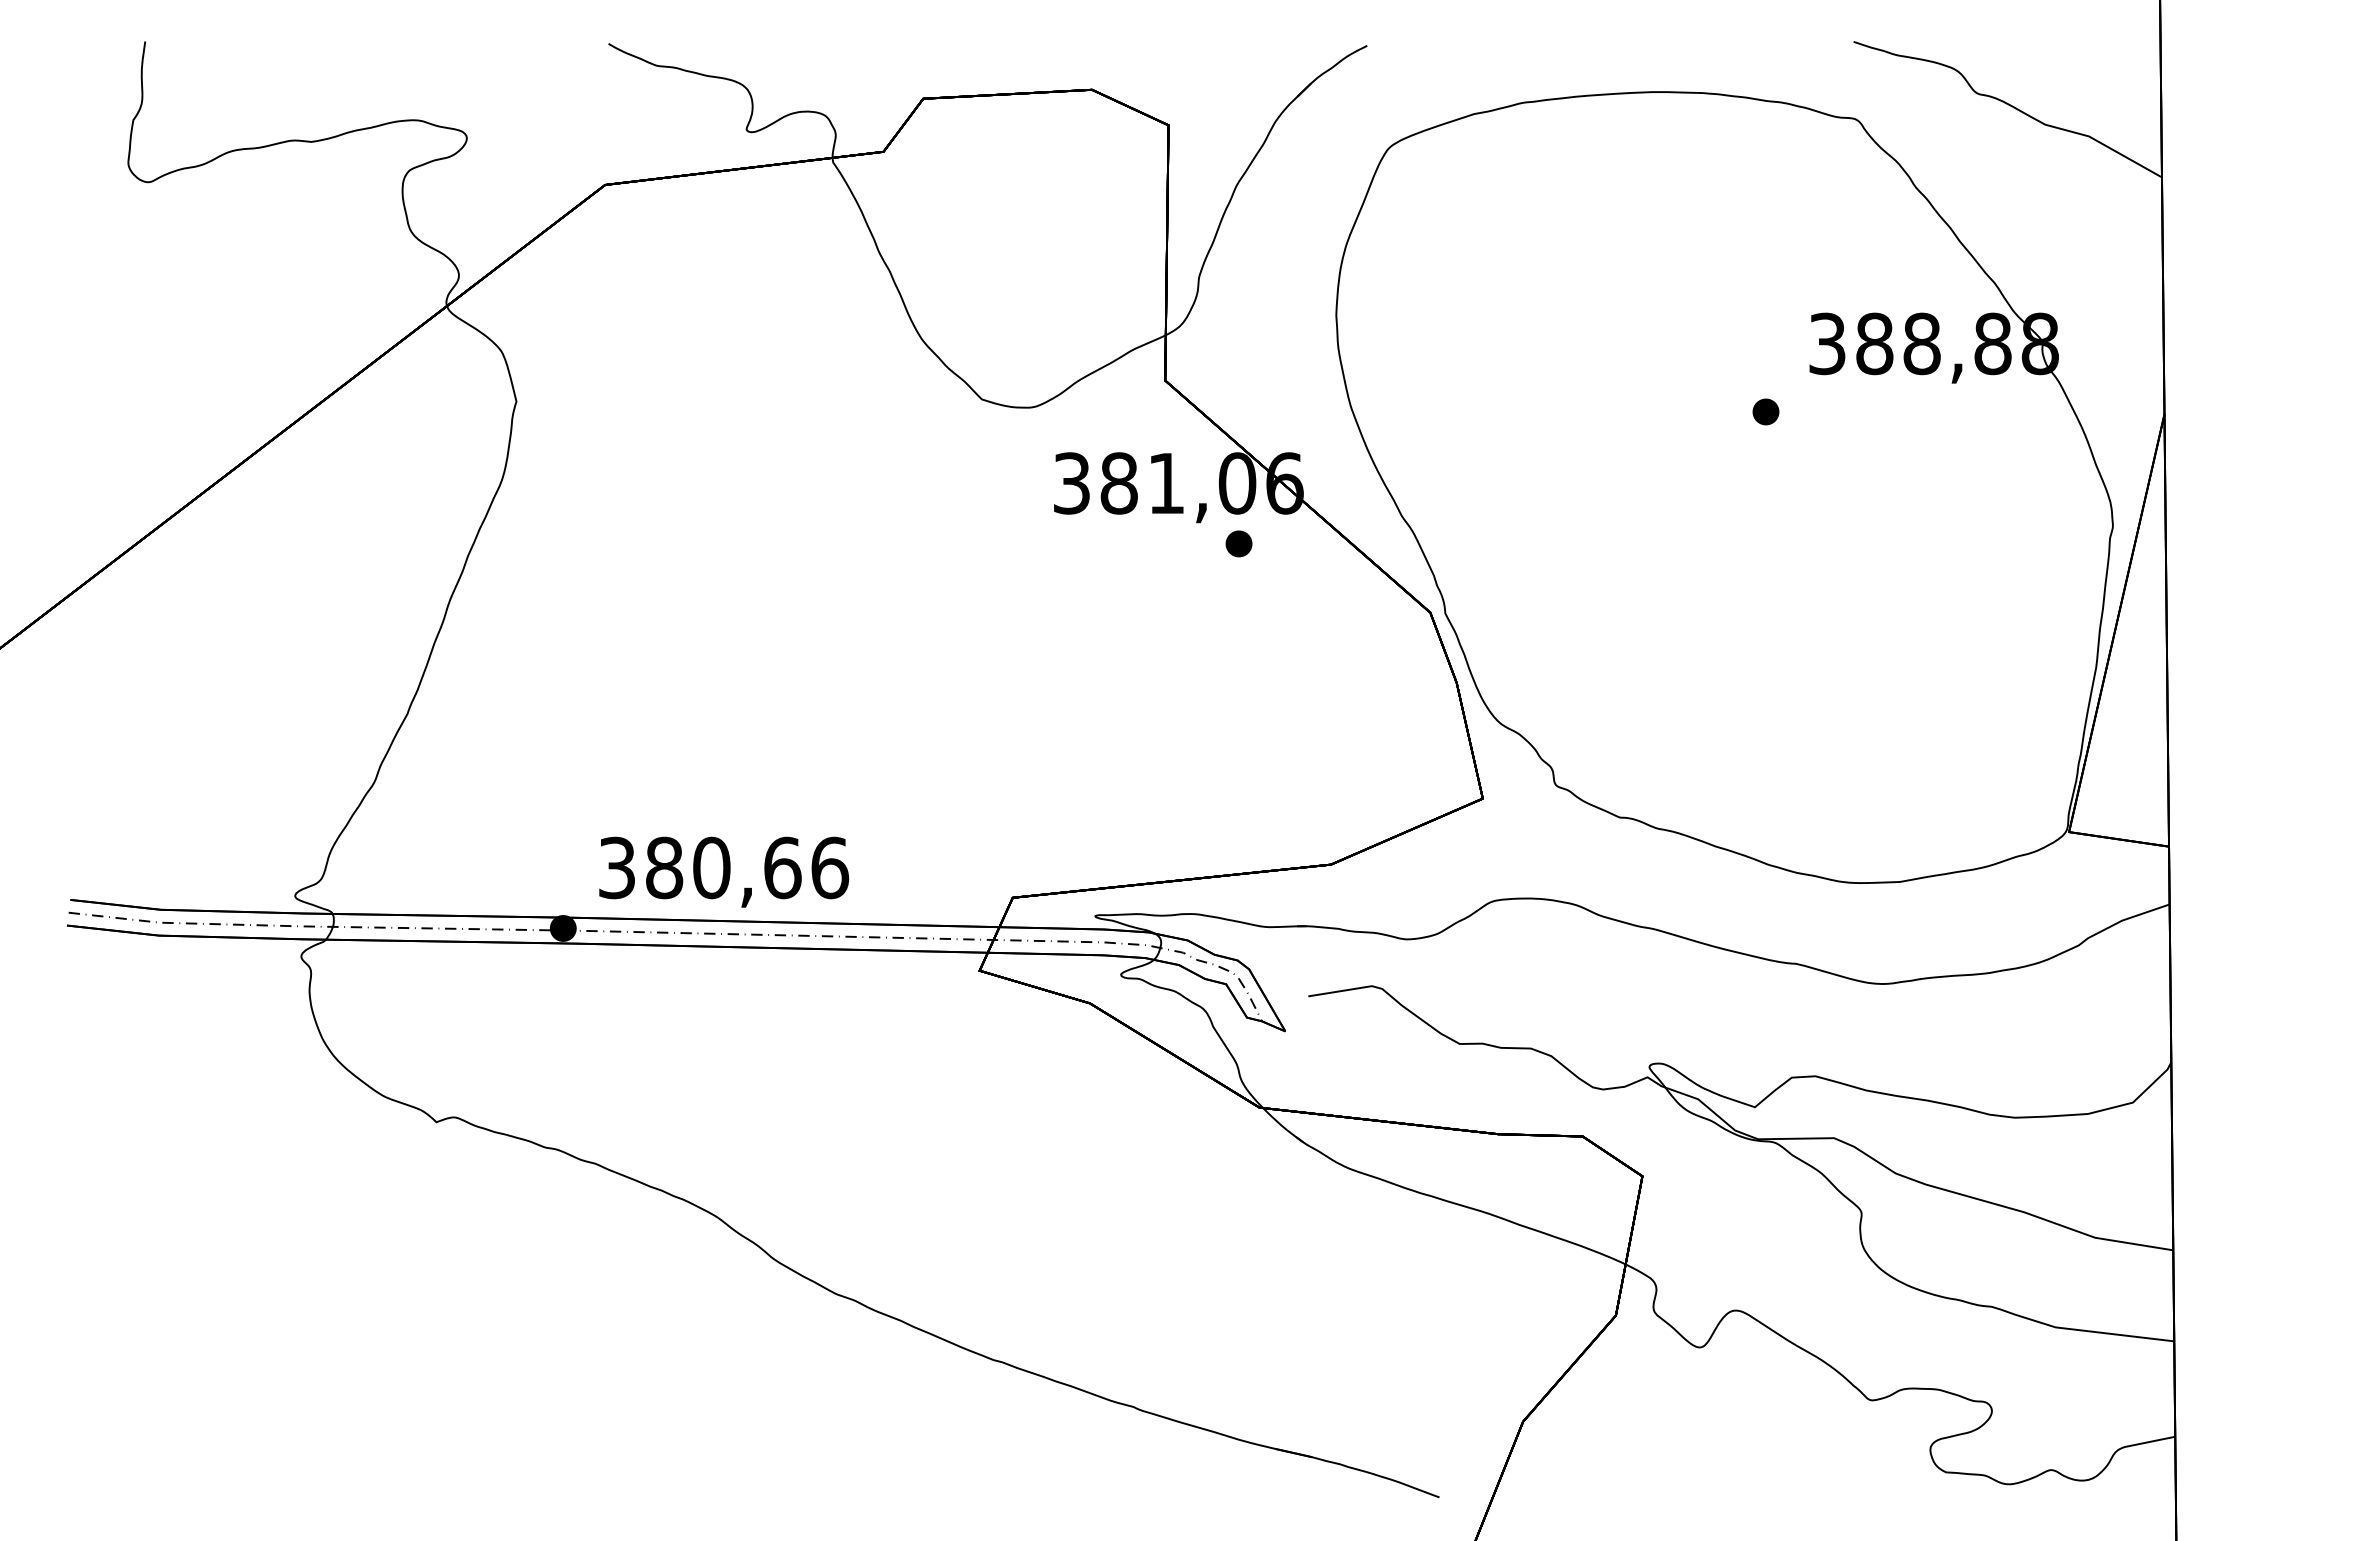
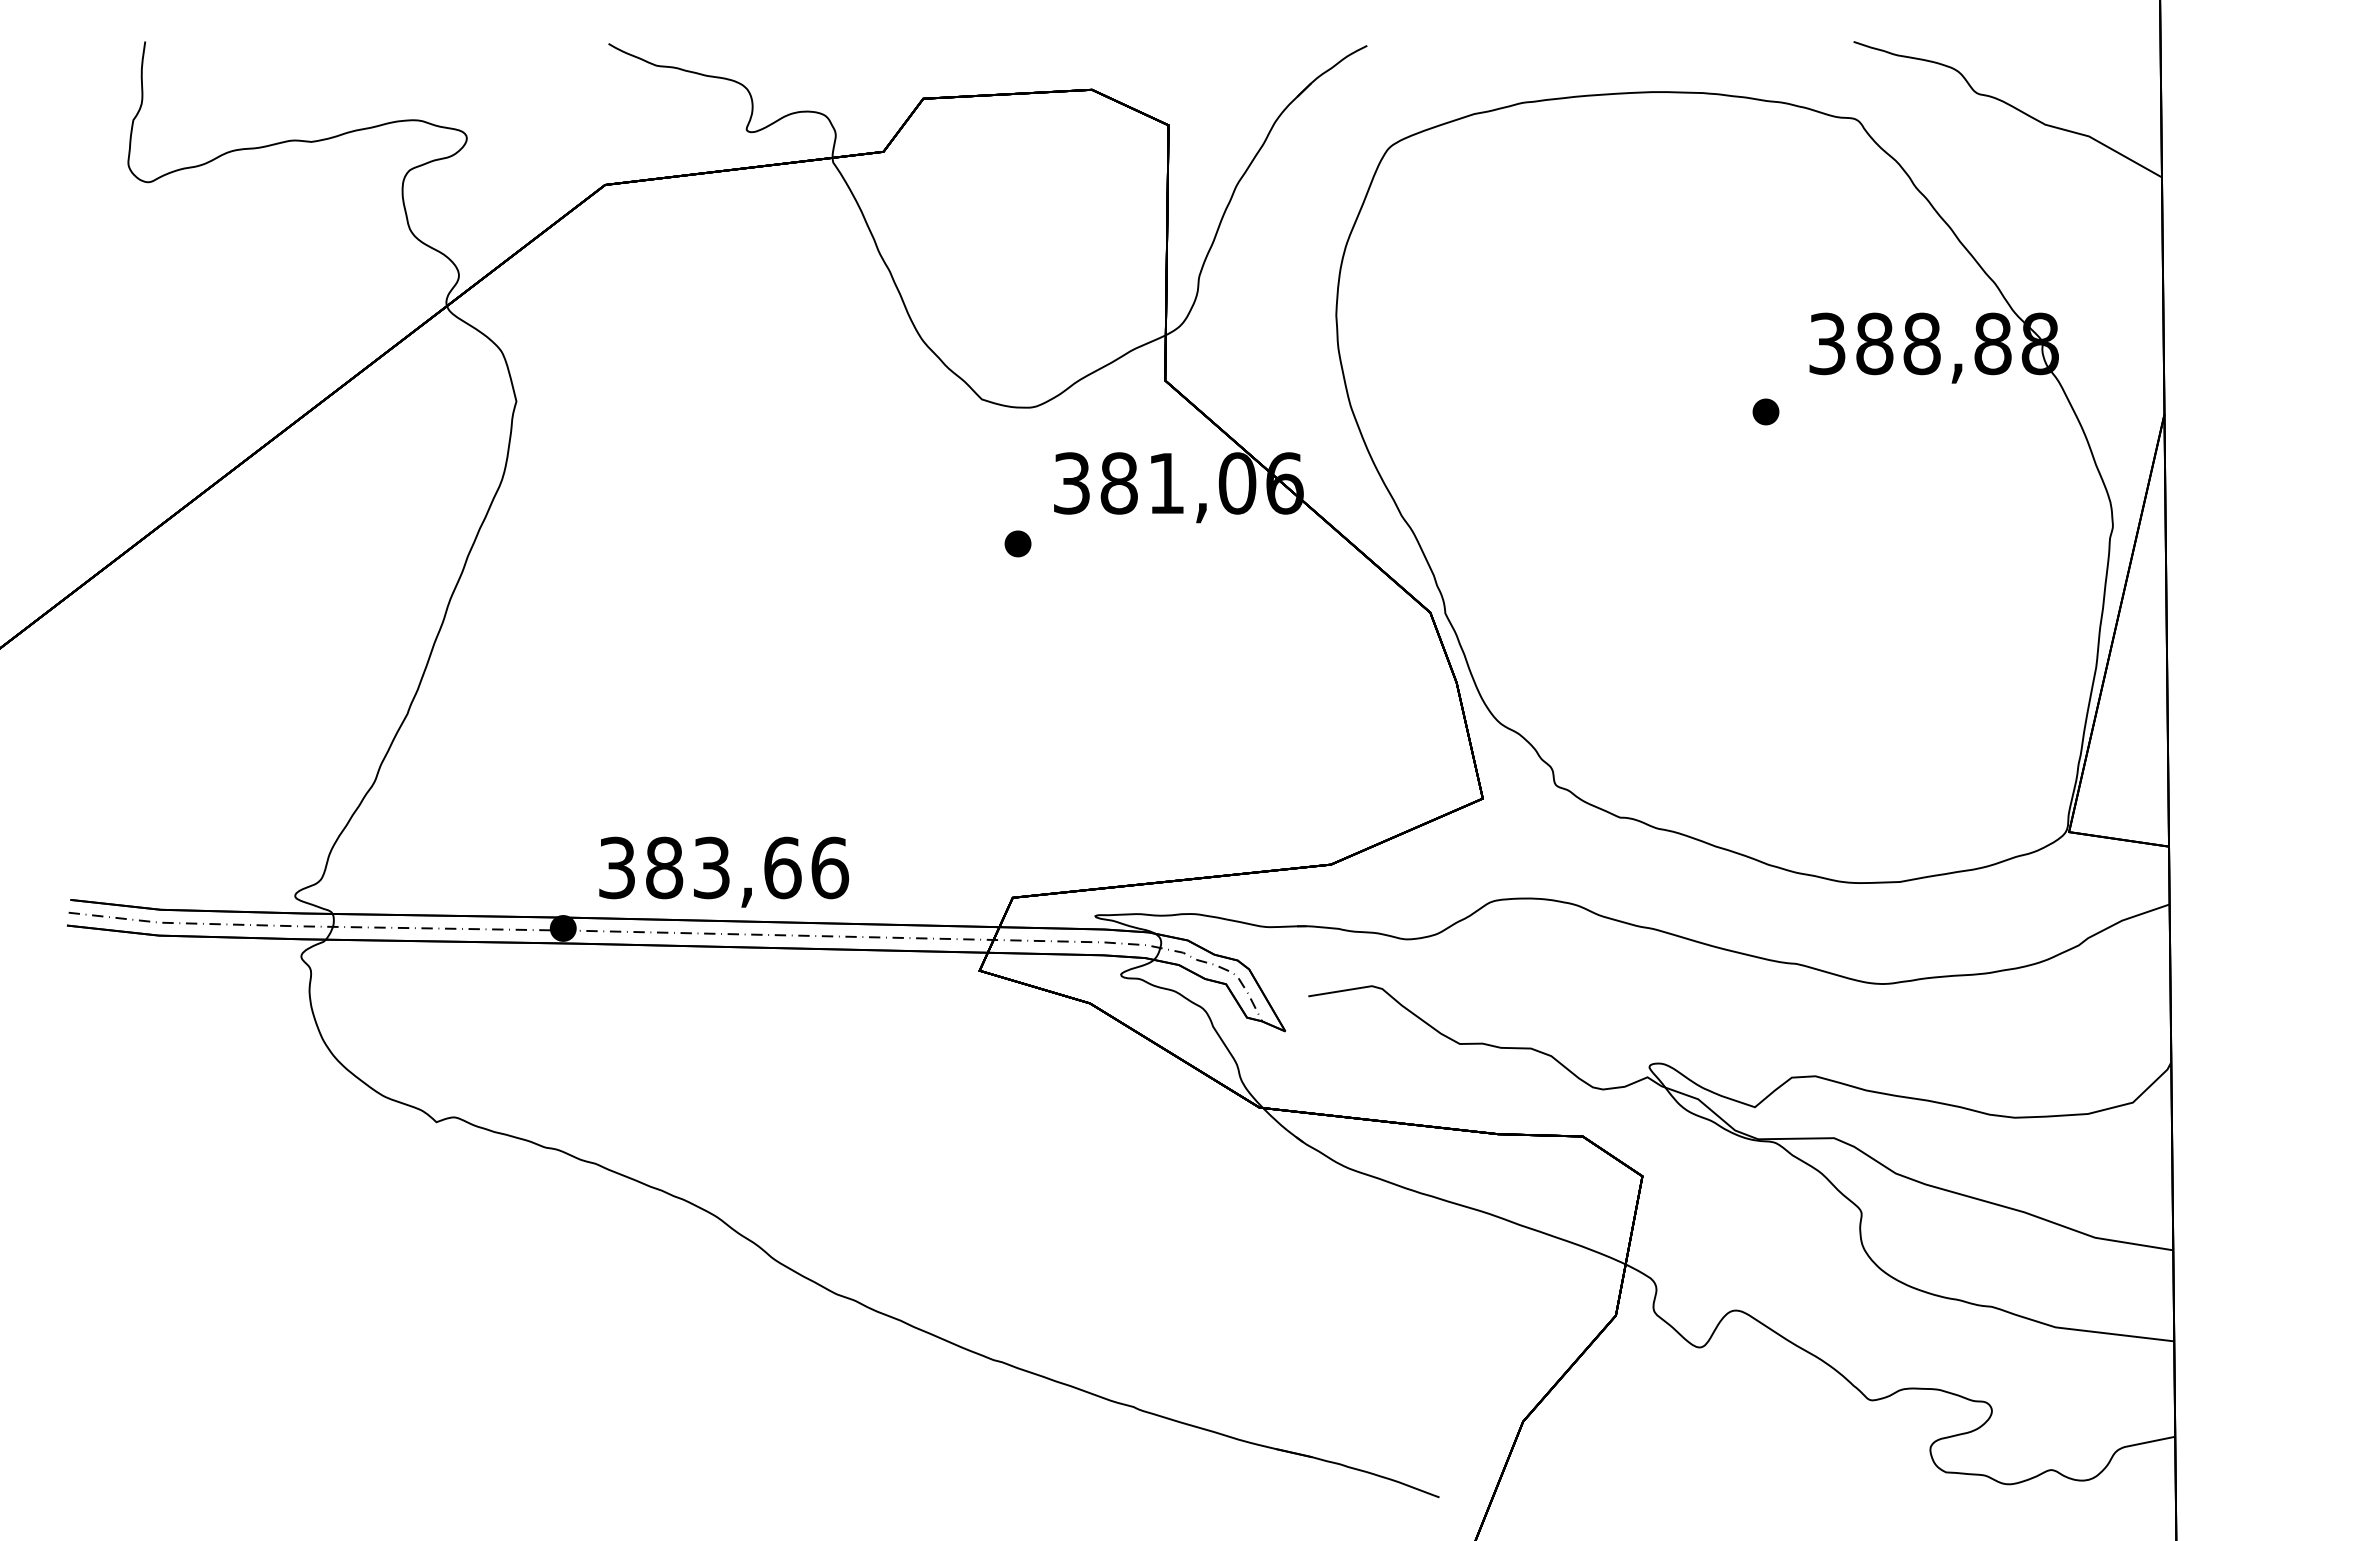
part at (1238, 543) position: (1238, 543) -> (1017, 543)
text at (711, 867): 380,66 -> 383,66
